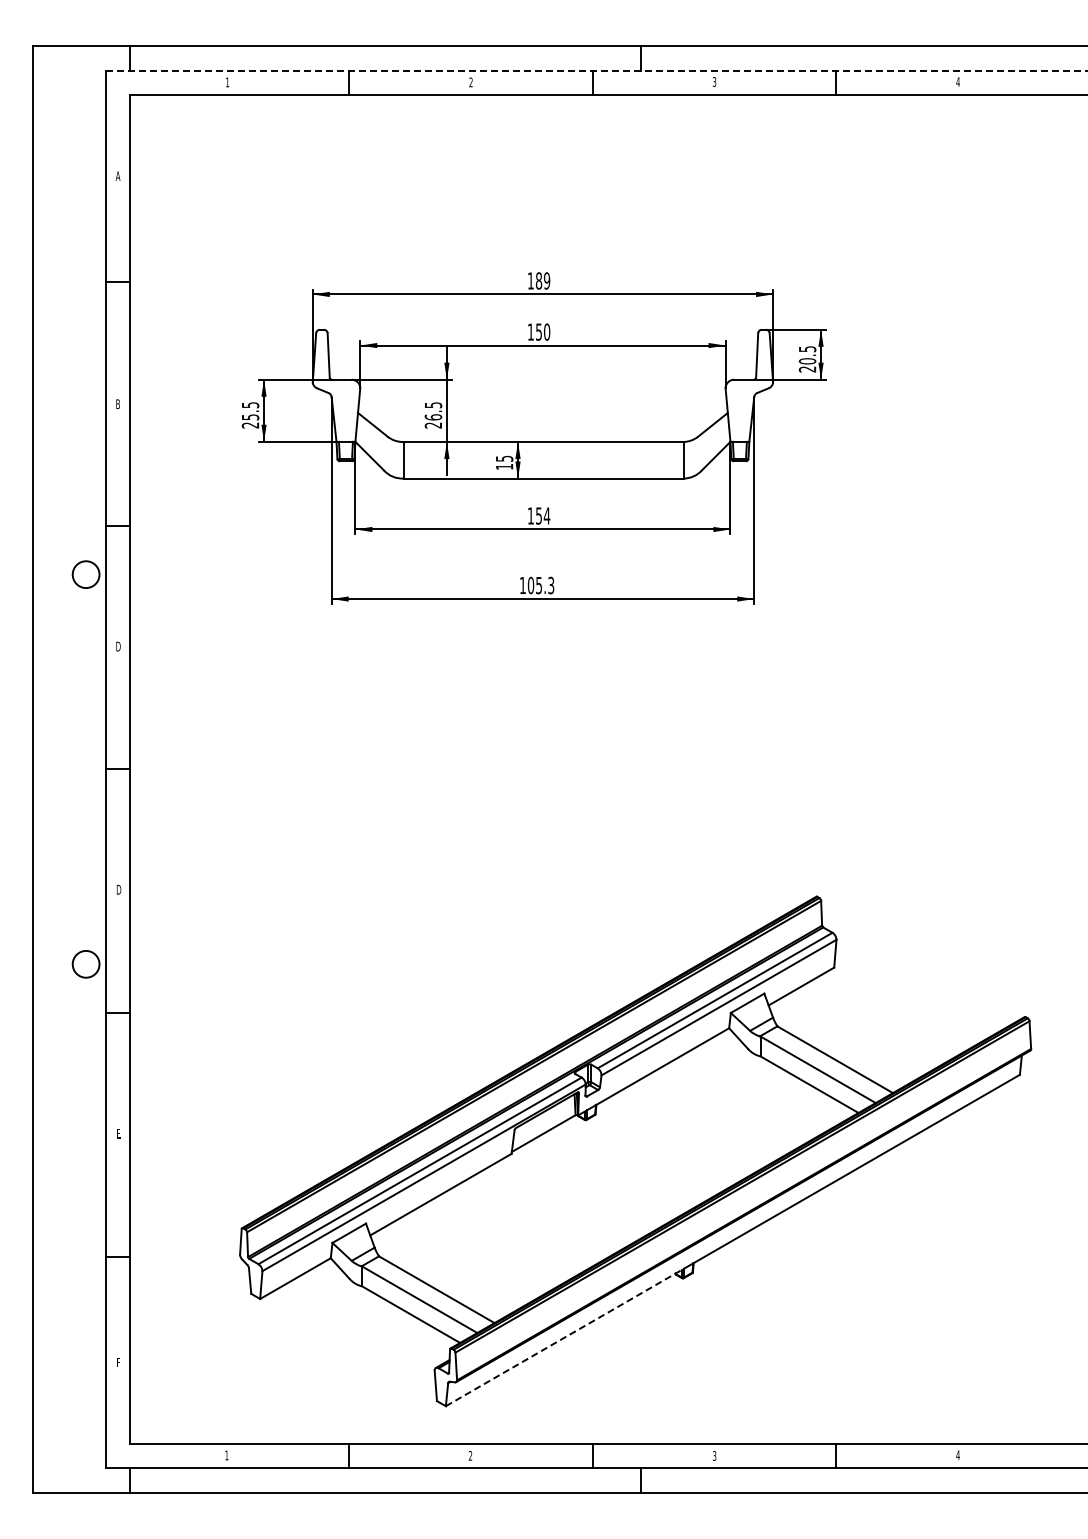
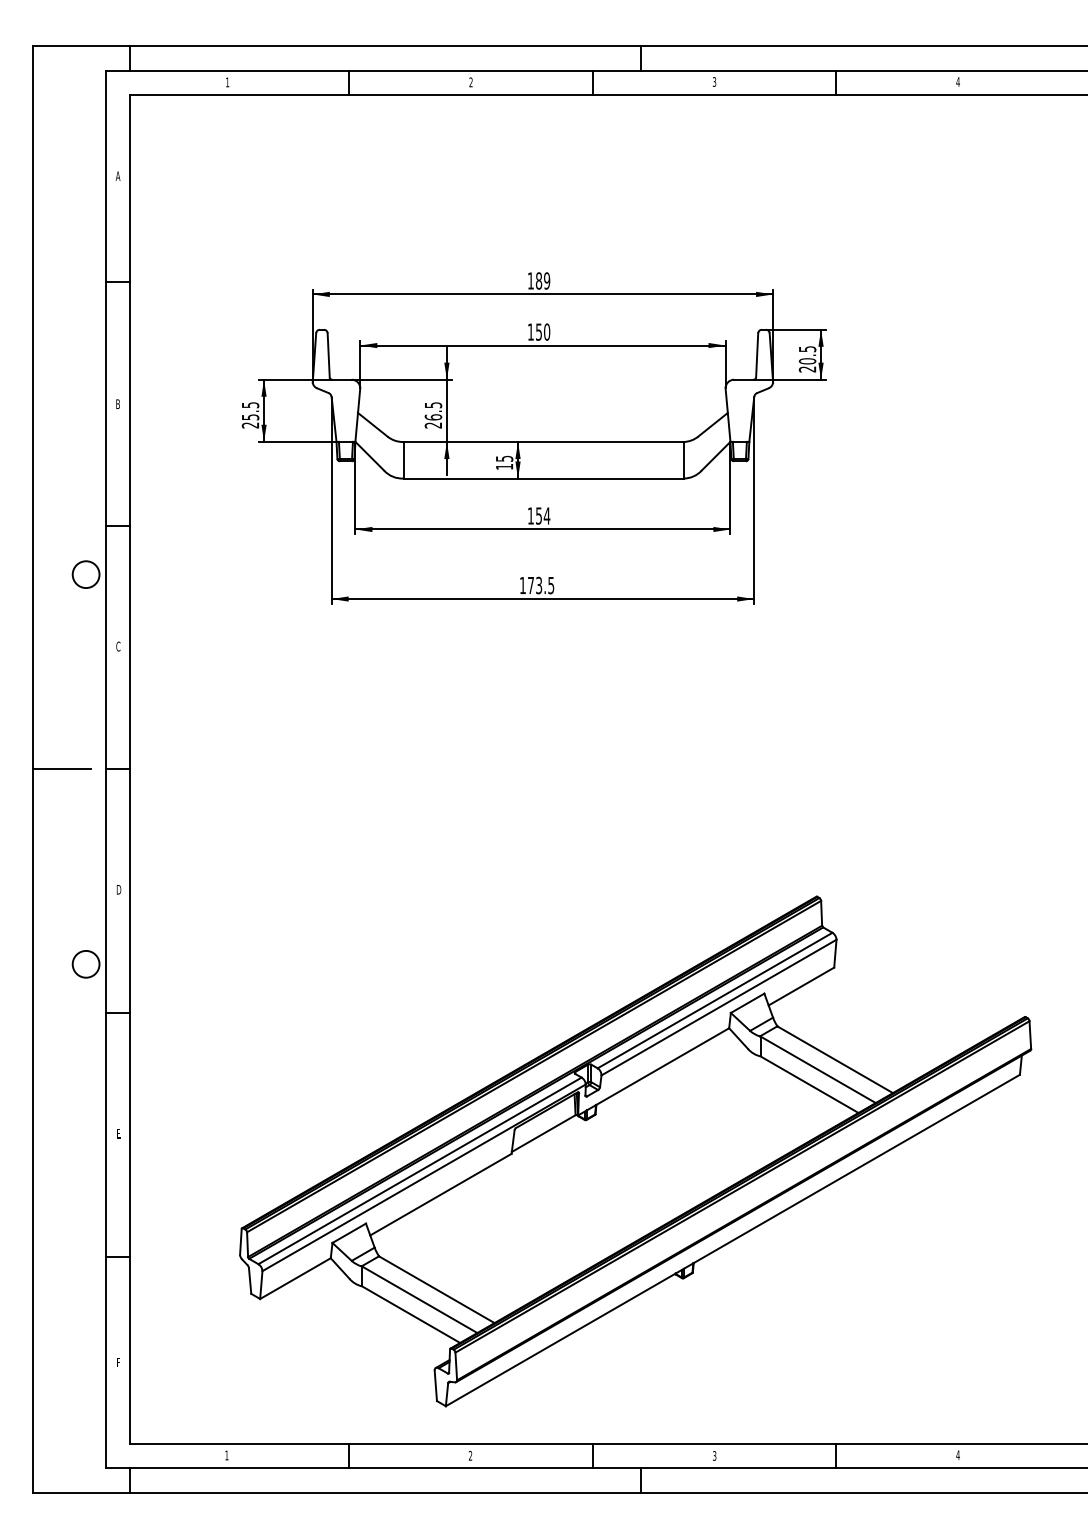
line at (596, 70): dashed -> solid
text at (540, 585): 105.3 -> 173.5
text at (118, 646): D -> C
line at (61, 769): none -> present
line at (564, 1337): dashed -> solid
